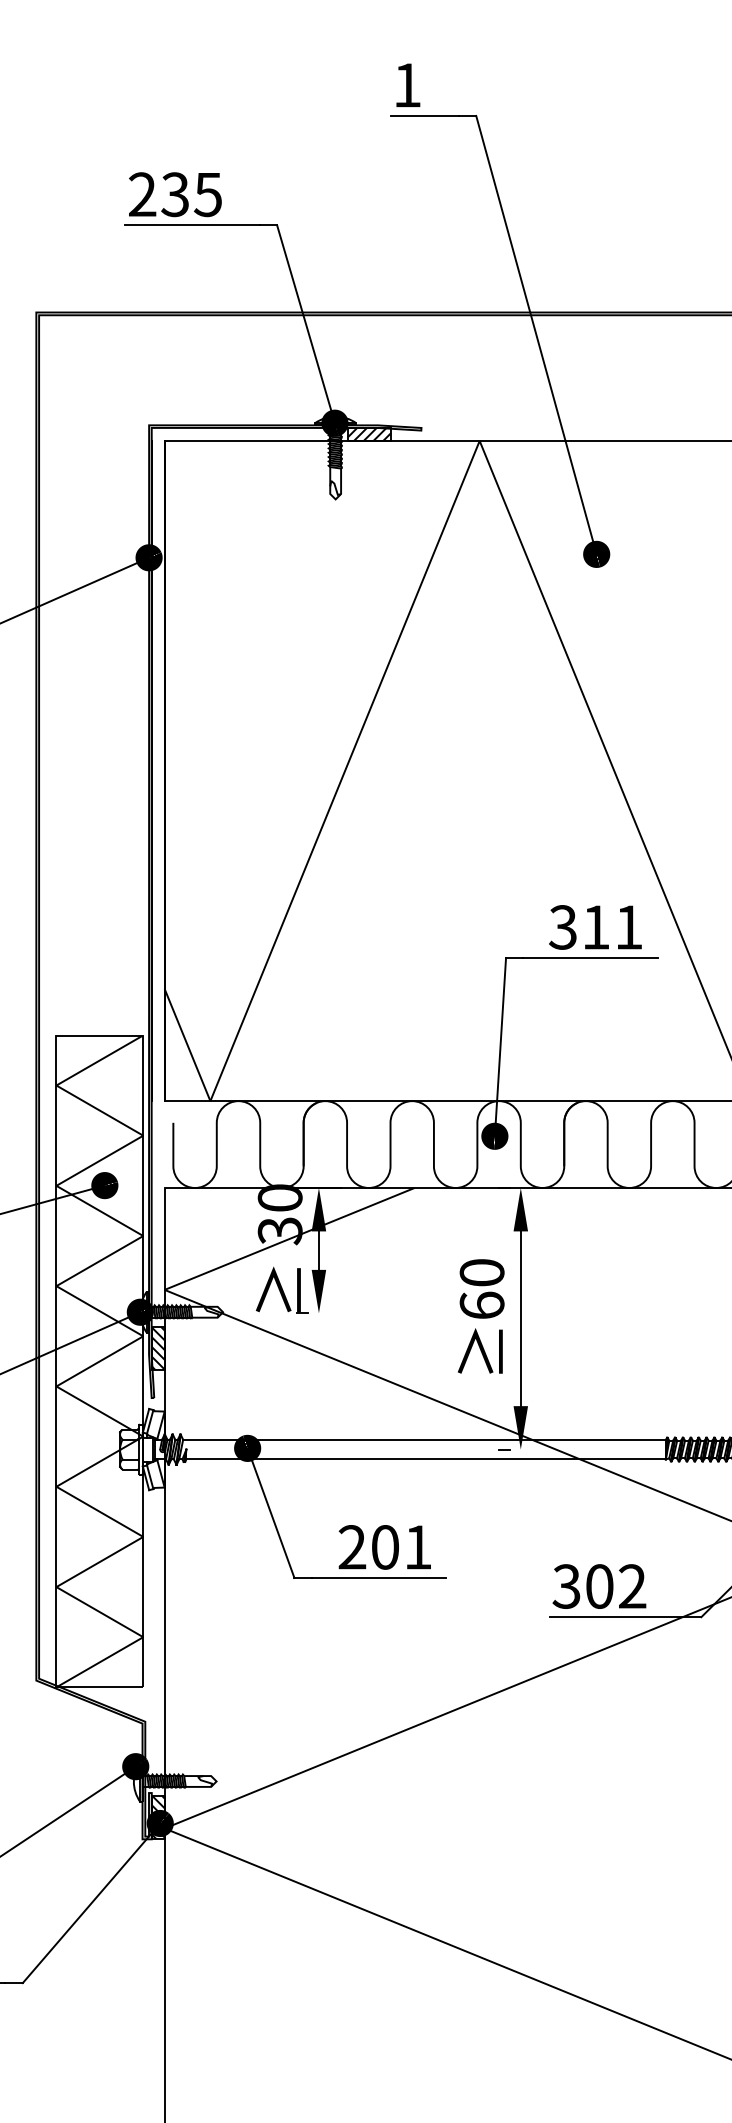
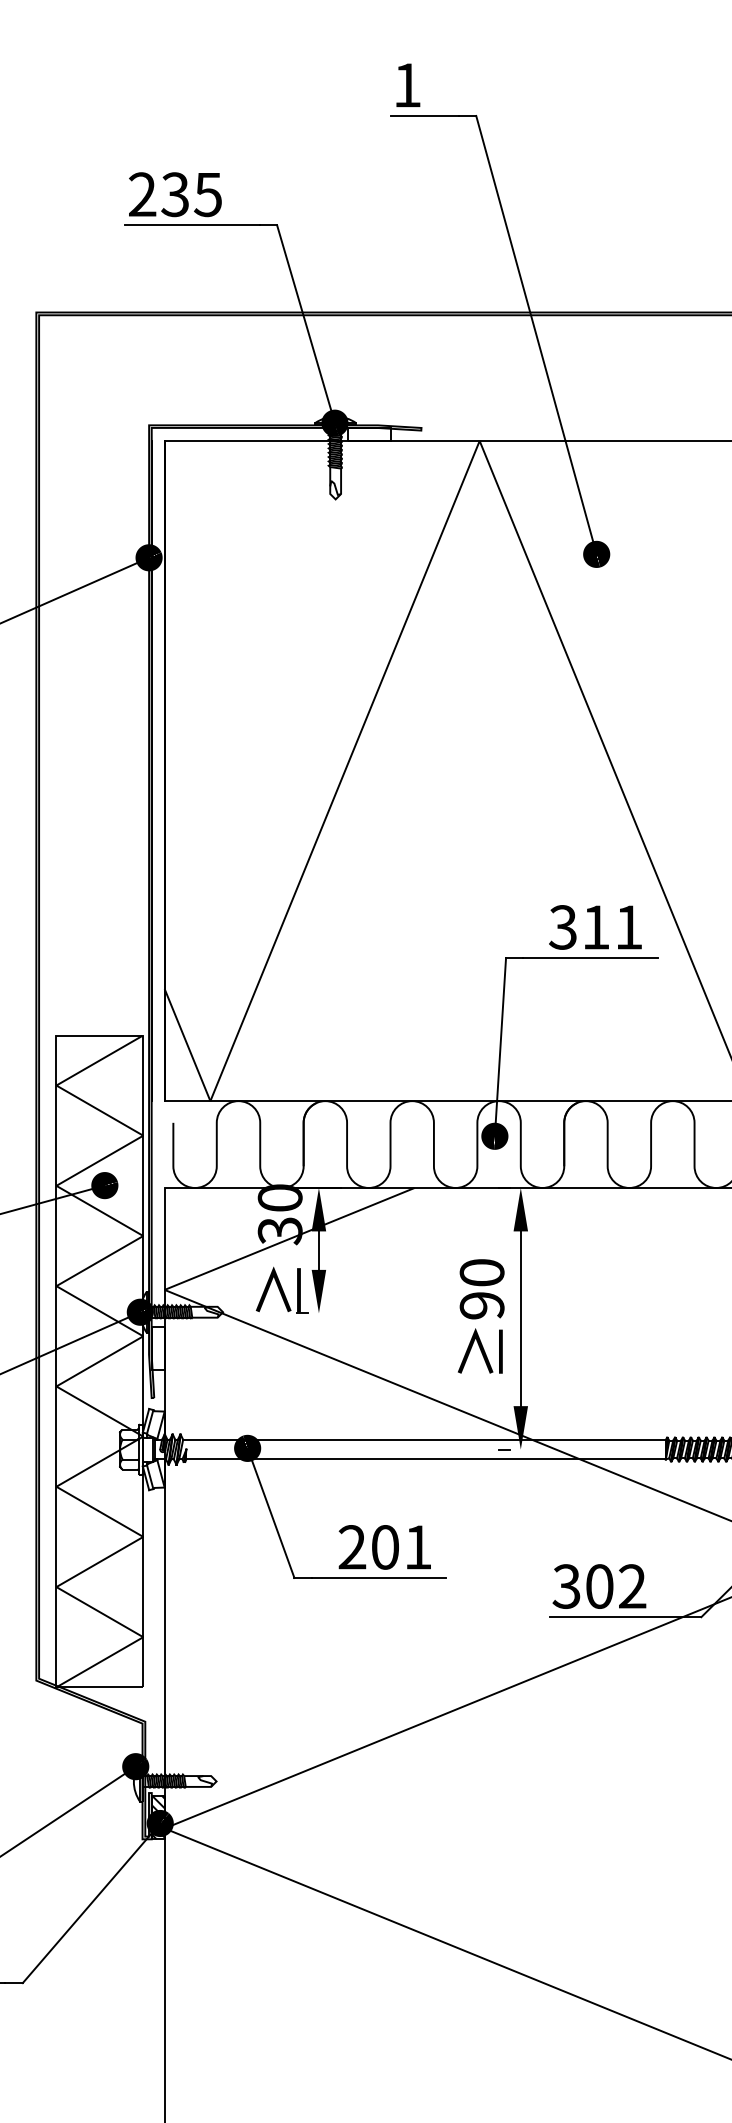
hatch at (369, 433): present -> none
text at (481, 1305): 60 -> 90
hatch at (157, 1348): present -> none
